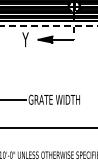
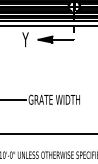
line at (48, 25): dashed -> solid
line at (48, 127) position: (48, 127) -> (48, 133)
